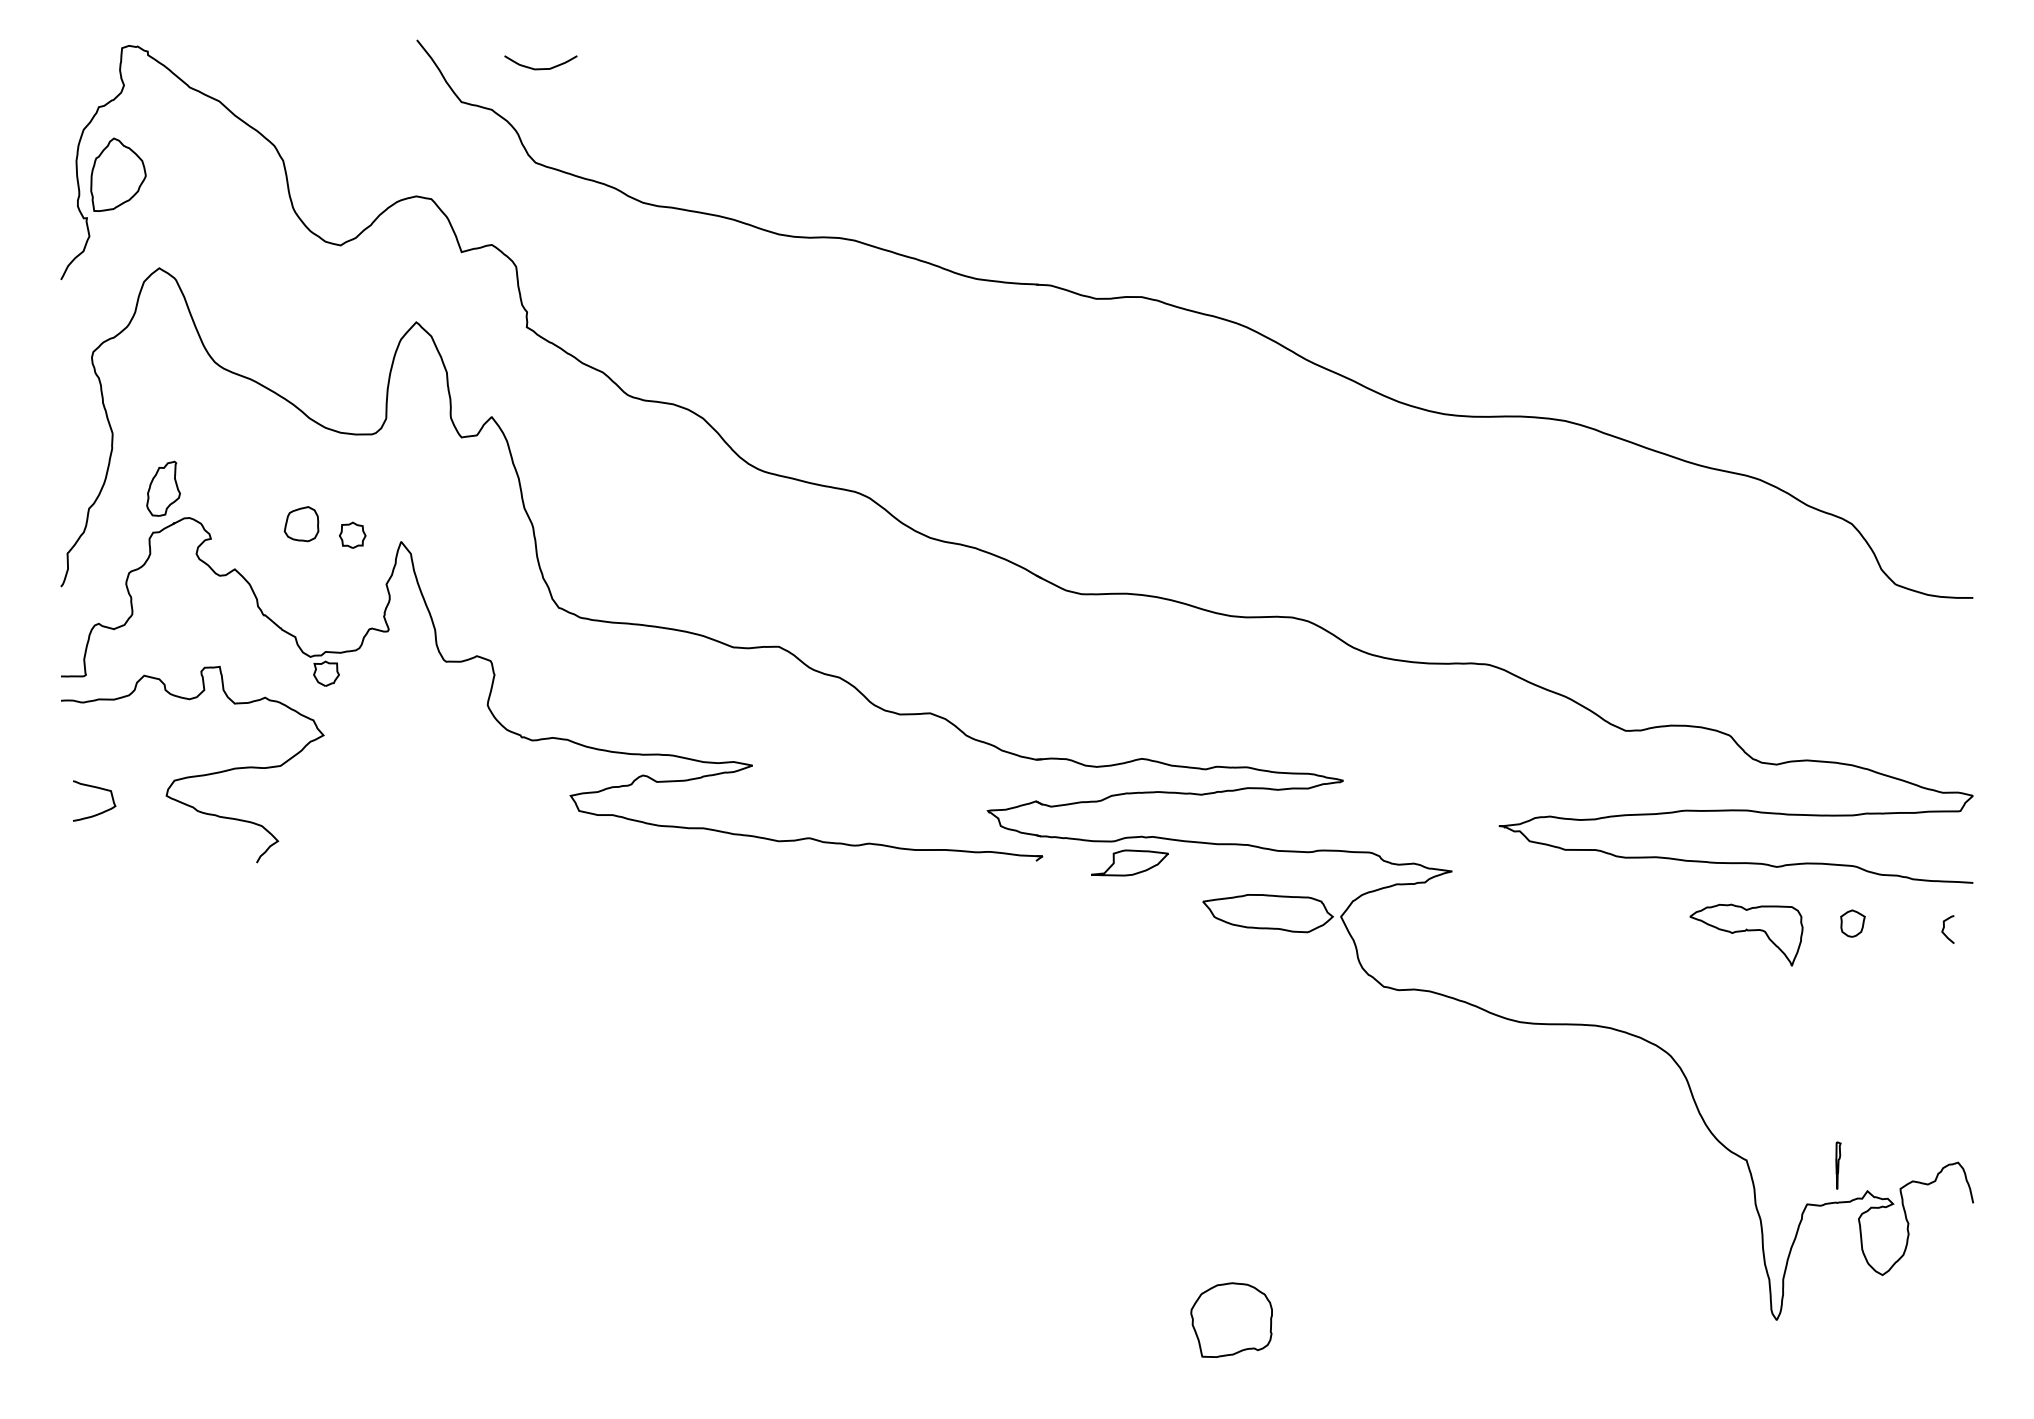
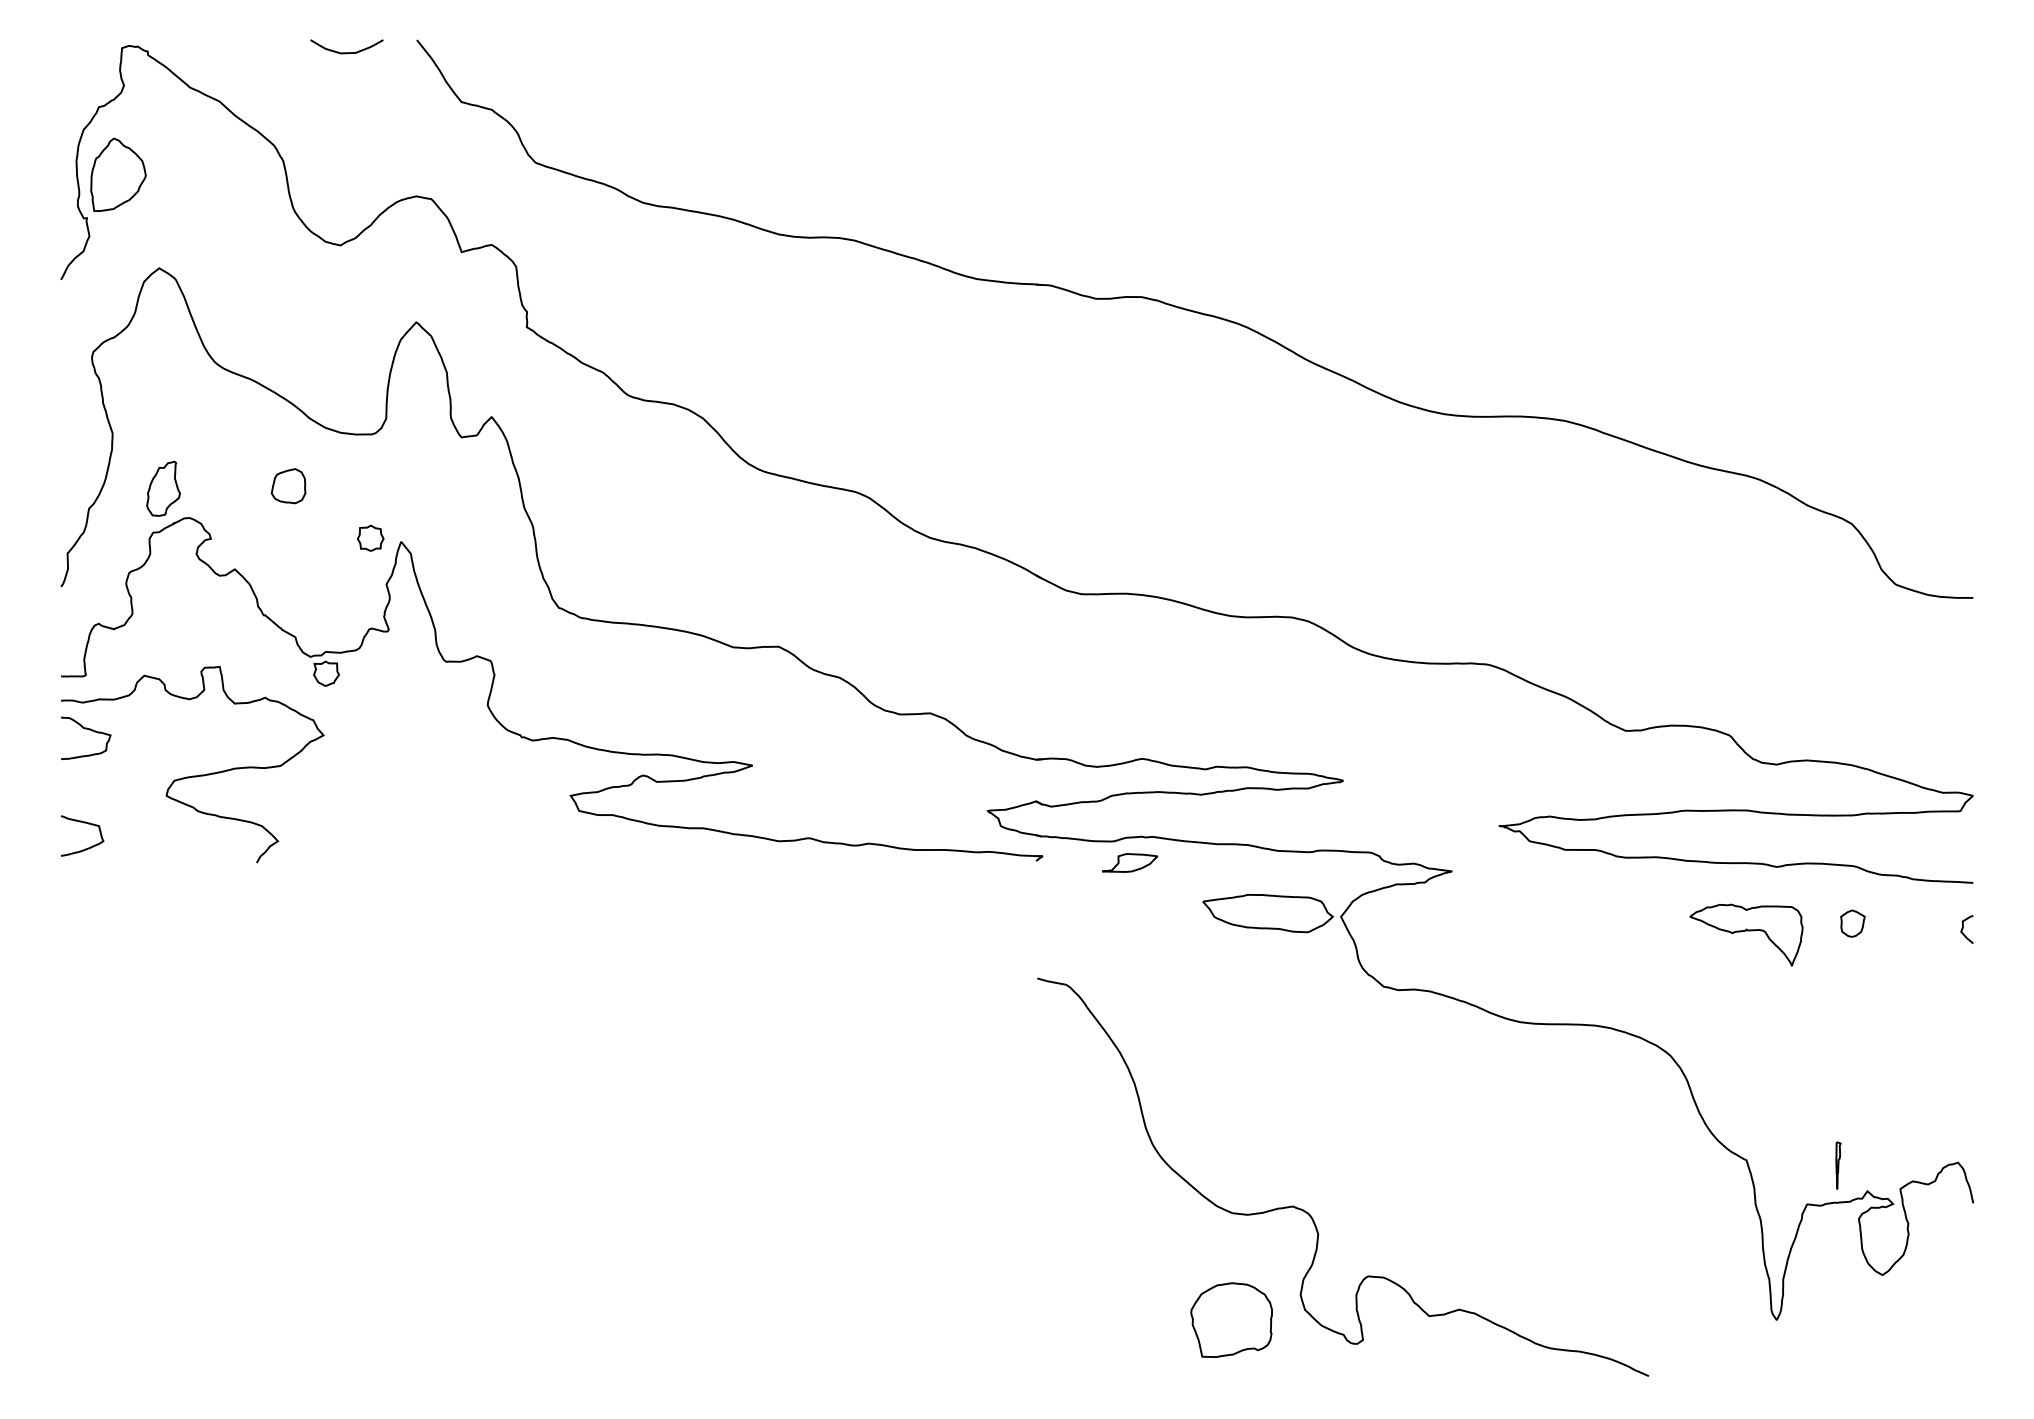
curve at (540, 68) position: (540, 68) -> (346, 52)
part at (301, 524) position: (301, 524) -> (288, 486)
part at (352, 534) position: (352, 534) -> (370, 537)
curve at (89, 730): none -> present
curve at (95, 788) position: (95, 788) -> (83, 823)
part at (1129, 862) size: 78x28 px -> 57x20 px
curve at (1944, 929) position: (1944, 929) -> (1963, 929)
curve at (1308, 1212): none -> present
